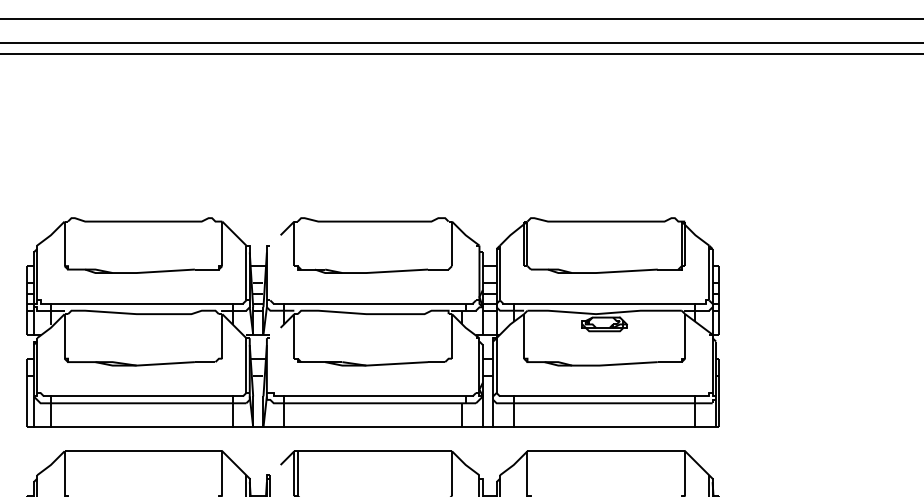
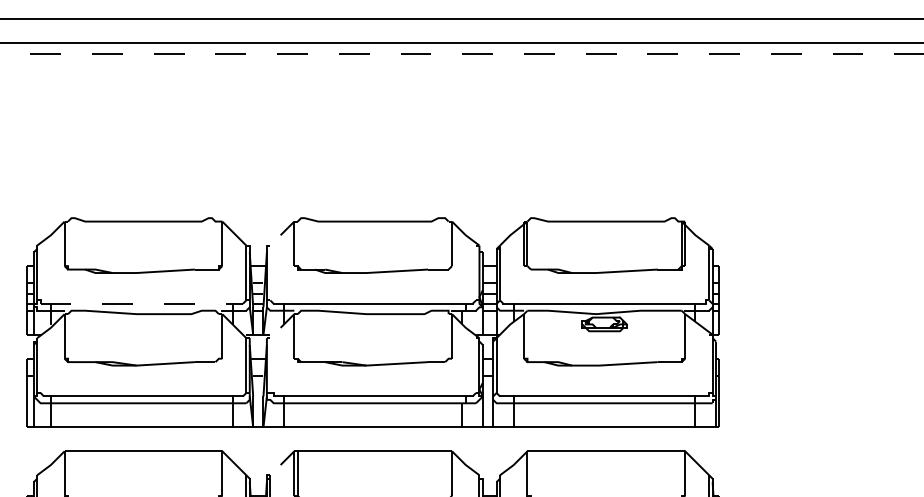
line at (461, 53): solid -> dashed
line at (142, 303): solid -> dashed
